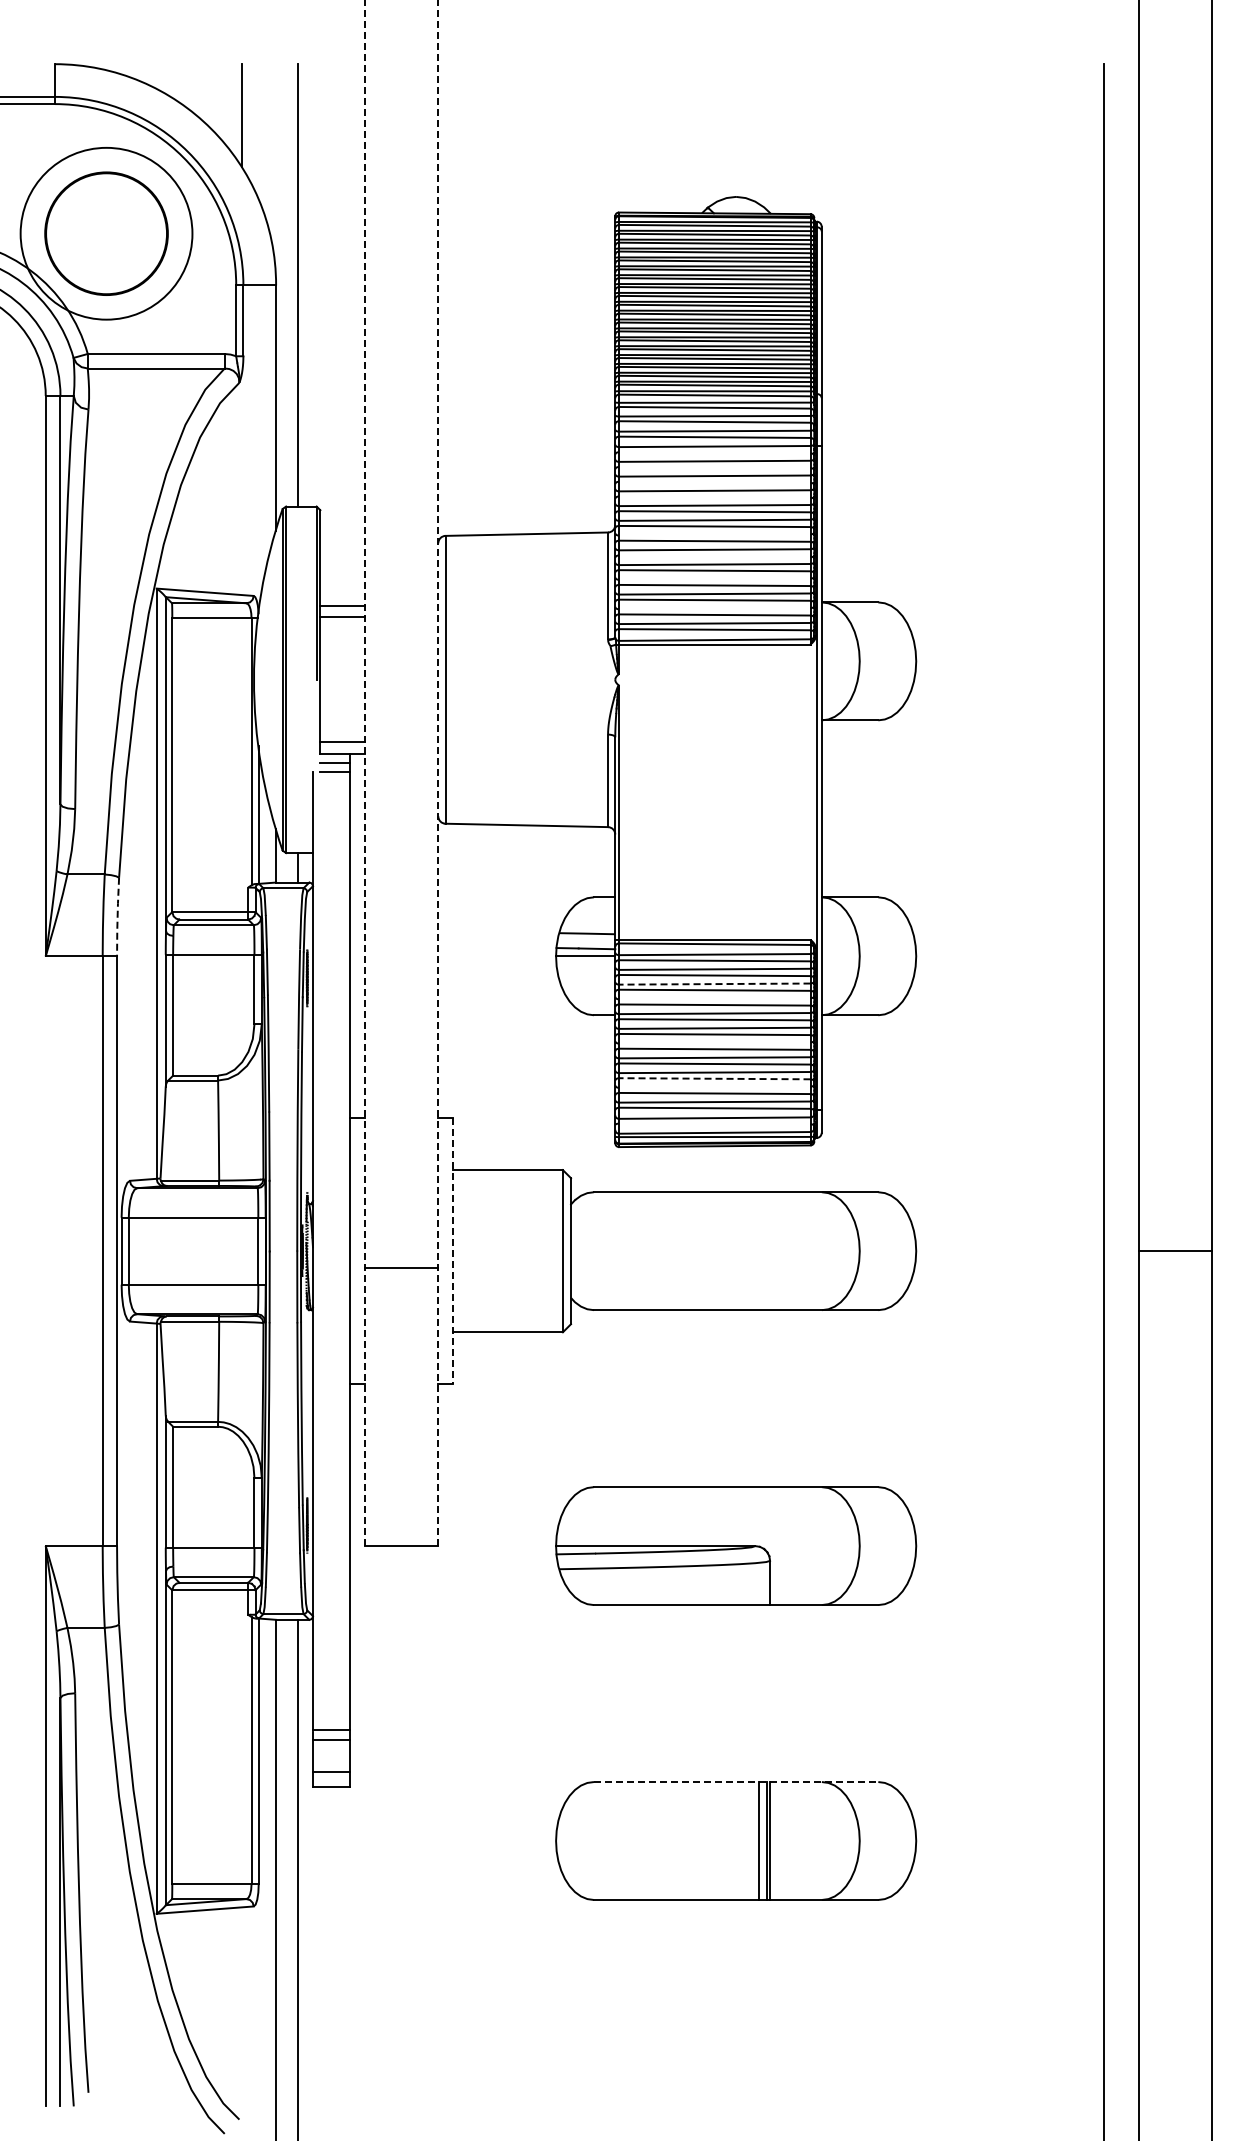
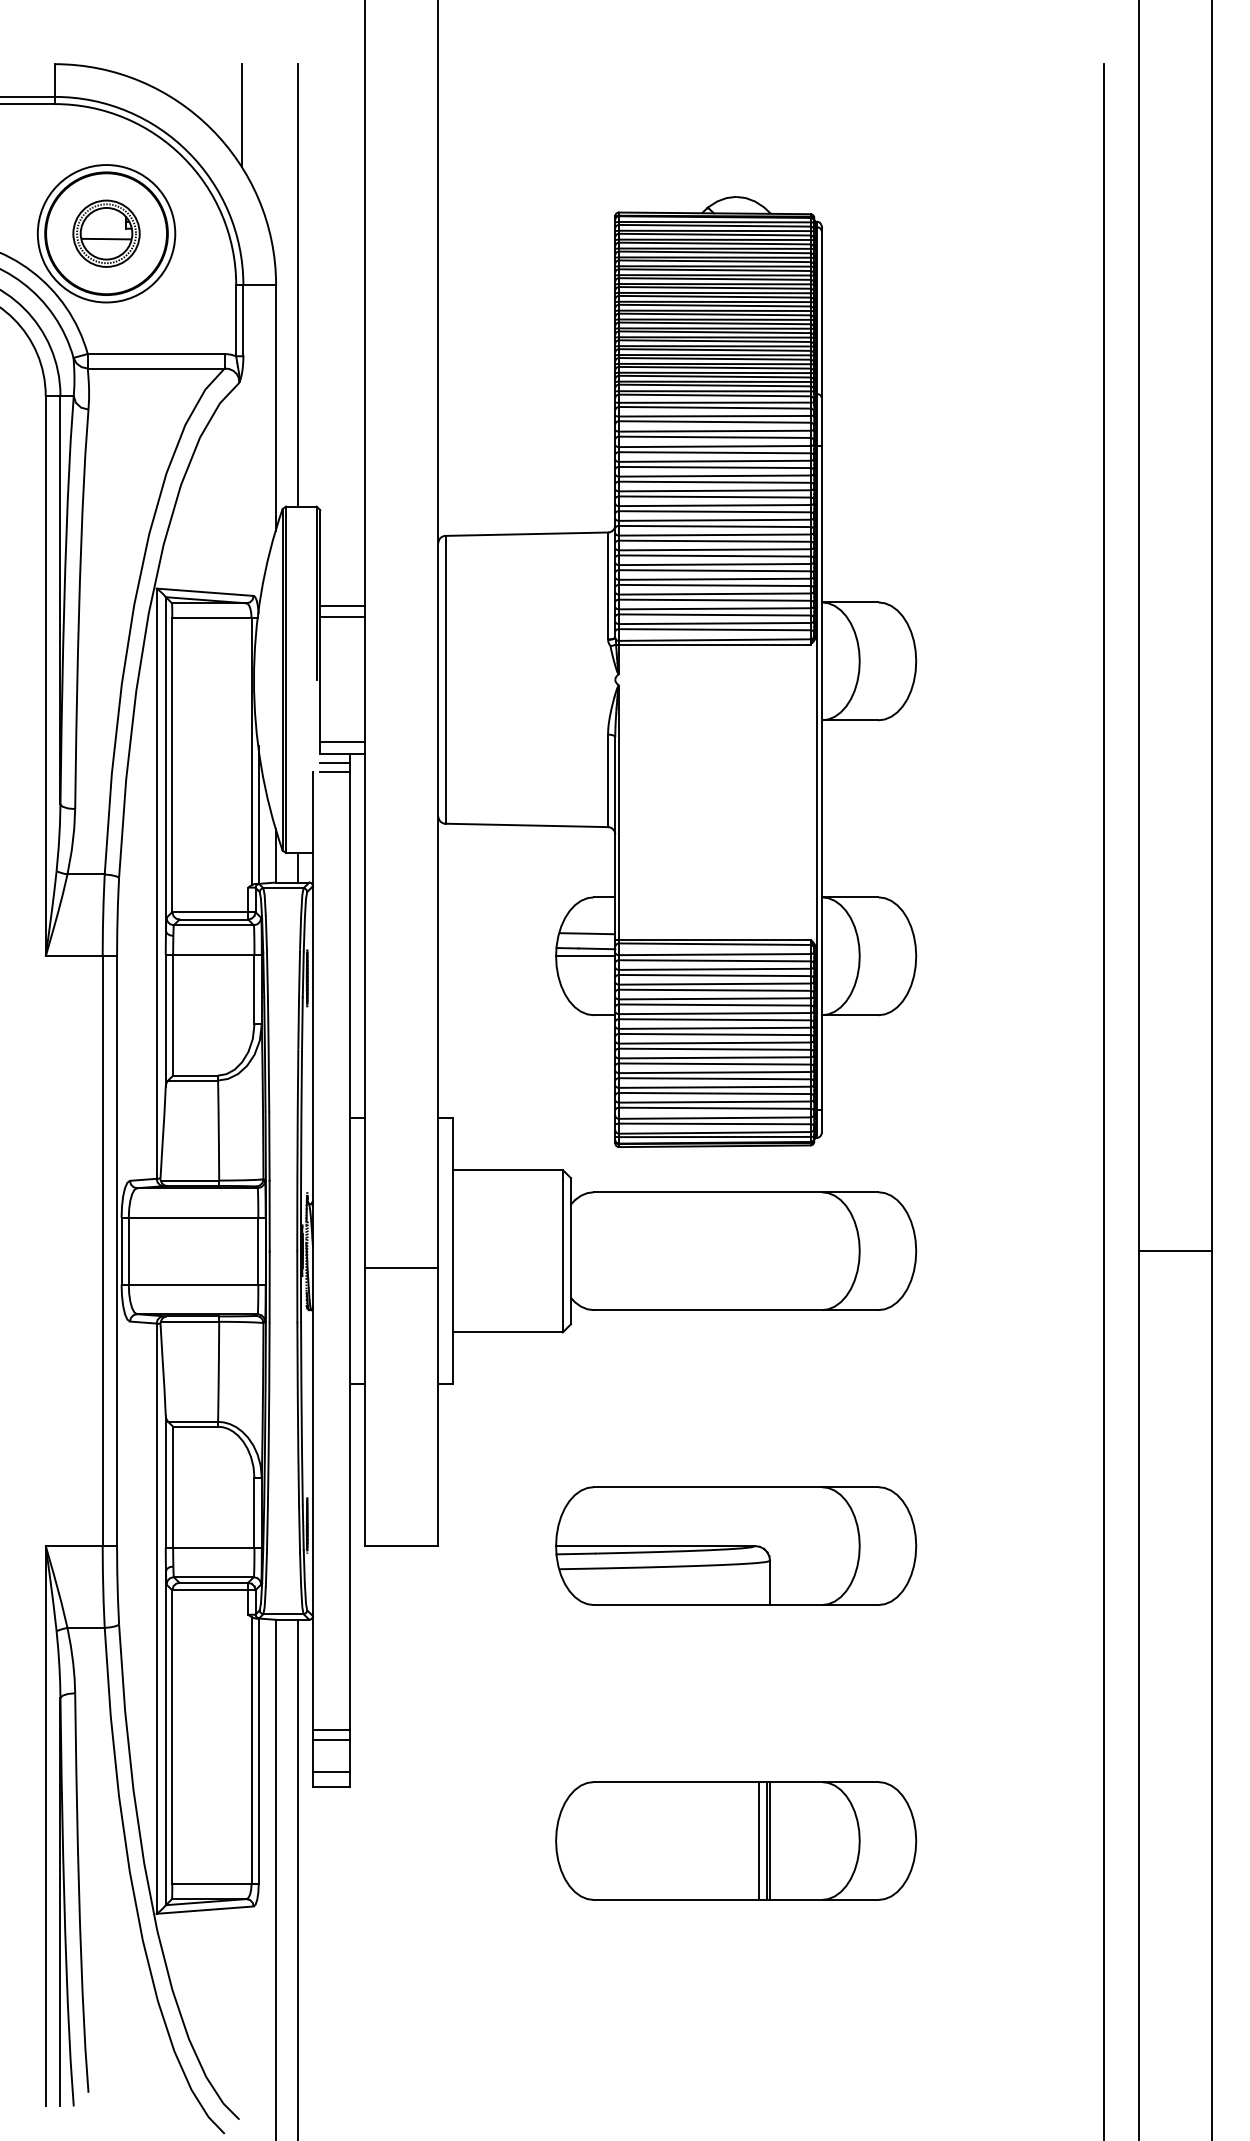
circle at (106, 233) diameter: 172 px -> 137 px
part at (106, 233): none -> present
line at (714, 452): none -> present
line at (714, 467): none -> present
line at (714, 481): none -> present
line at (714, 496): none -> present
line at (714, 534): none -> present
line at (714, 555): none -> present
line at (714, 578): none -> present
line at (714, 608): none -> present
line at (364, 773): dashed -> solid
line at (438, 773): dashed -> solid
line at (117, 917): dashed -> solid
line at (714, 984): dashed -> solid
line at (714, 998): none -> present
line at (714, 1042): none -> present
line at (714, 1078): dashed -> solid
line at (714, 1086): none -> present
line at (714, 1123): none -> present
line at (453, 1251): dashed -> solid
line at (736, 1782): dashed -> solid
